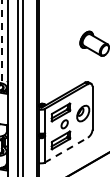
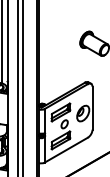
line at (1, 42): dashed -> solid
line at (66, 150): dashed -> solid
